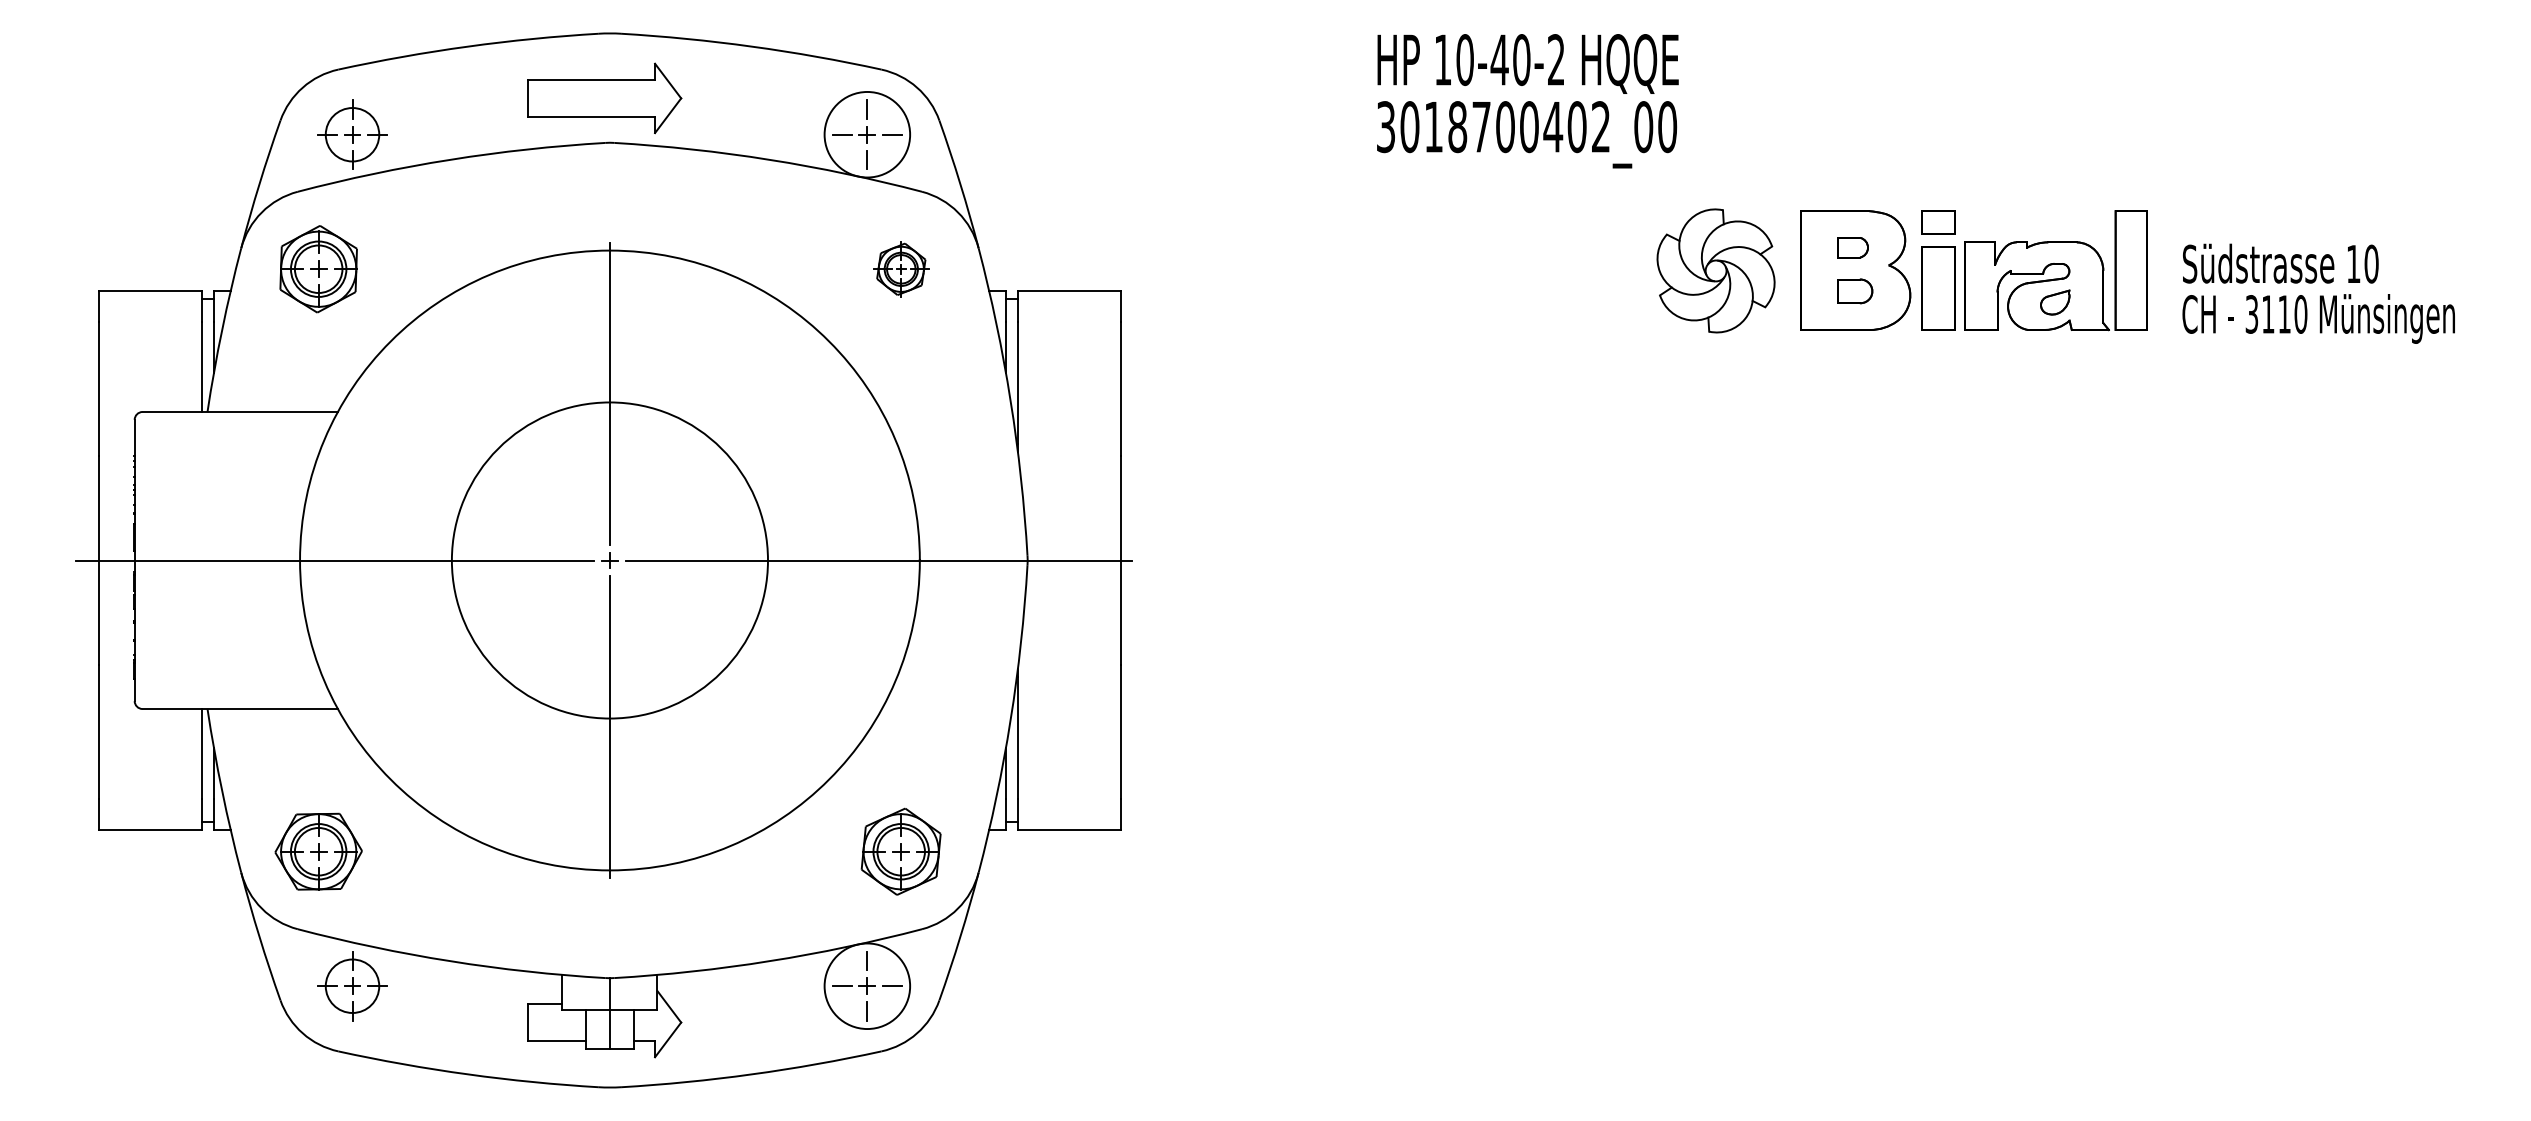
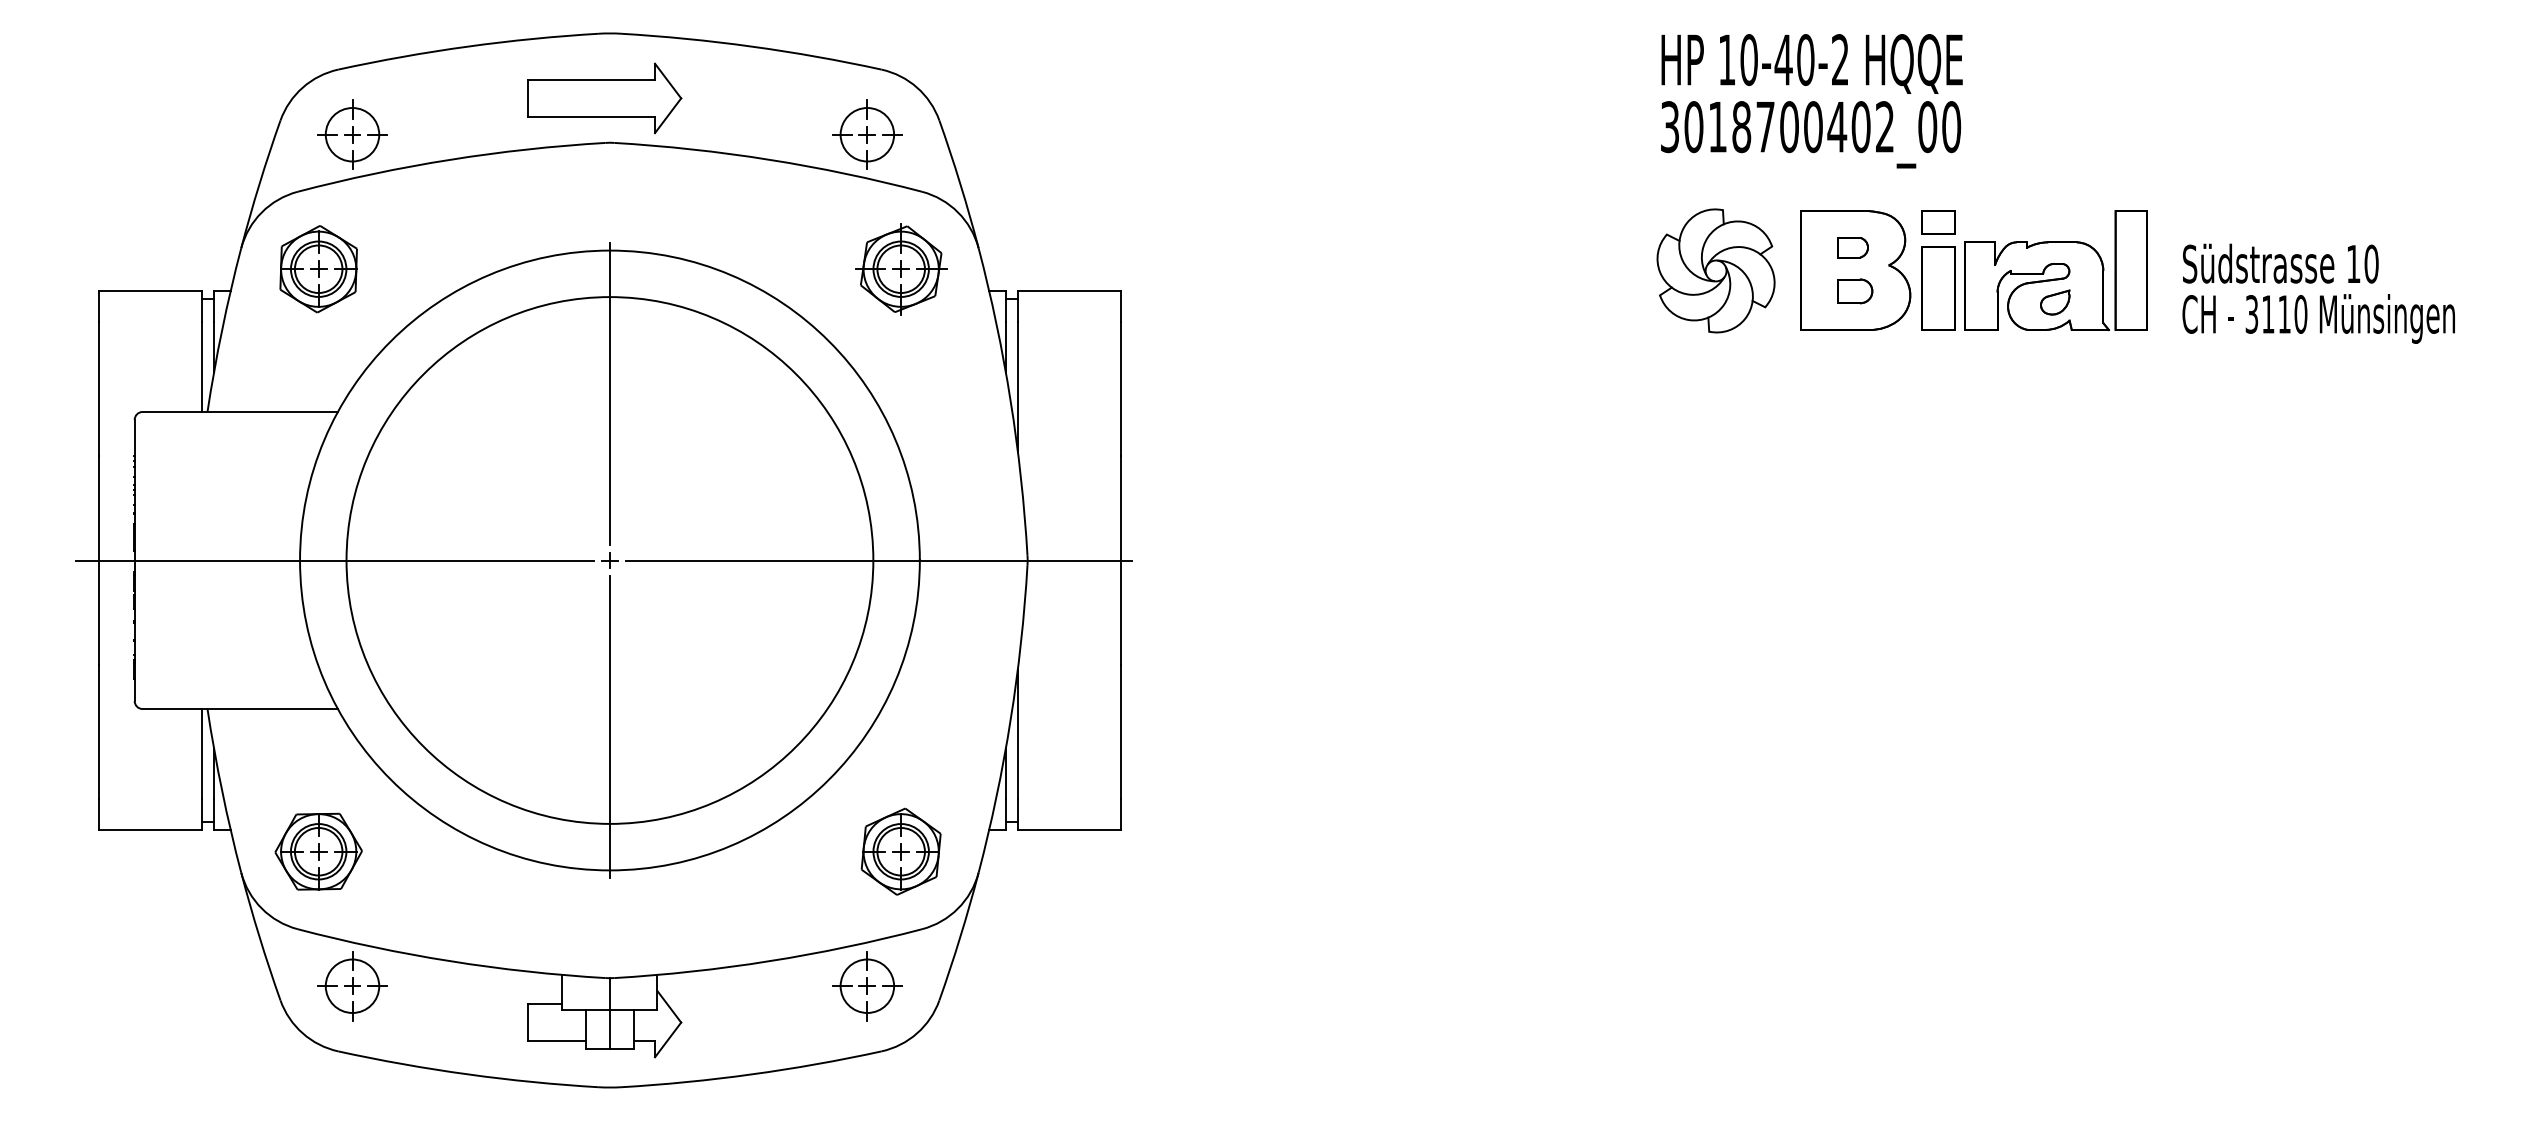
text at (1527, 101) position: (1527, 101) -> (1811, 101)
circle at (867, 134) diameter: 86 px -> 53 px
part at (901, 269) size: 57x57 px -> 93x93 px
circle at (609, 560) diameter: 316 px -> 527 px
circle at (867, 986) diameter: 86 px -> 53 px
